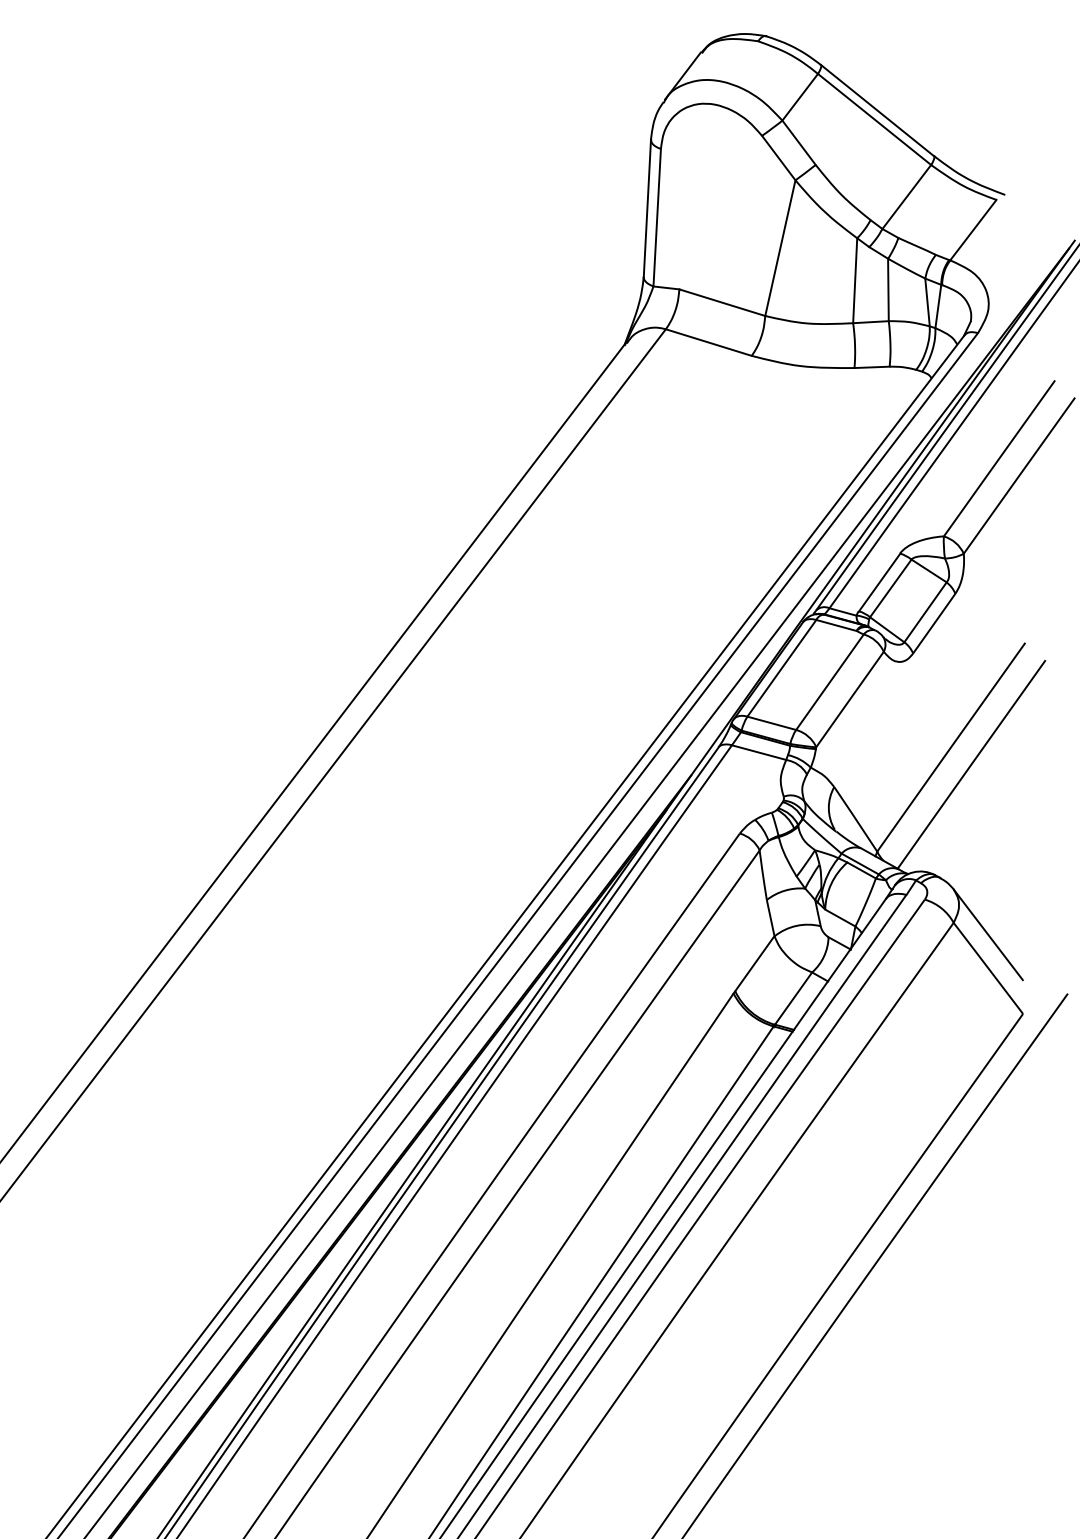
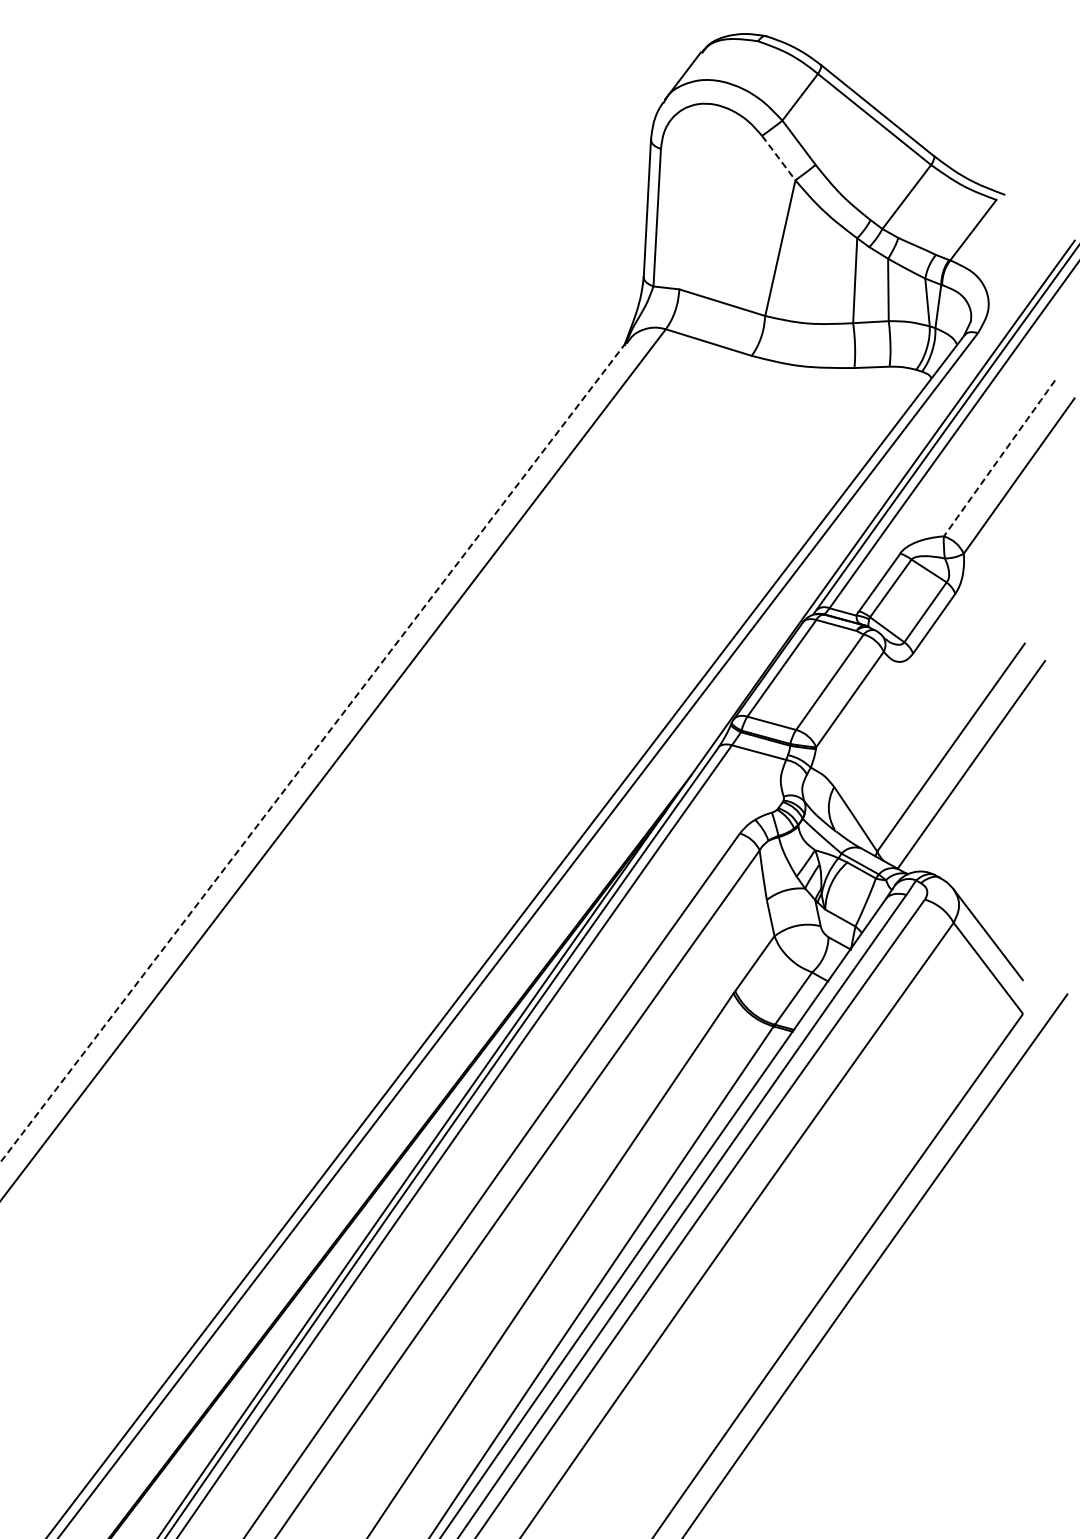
line at (778, 158): solid -> dashed
arc at (999, 458): solid -> dashed
line at (313, 752): solid -> dashed
line at (577, 891): present -> none
